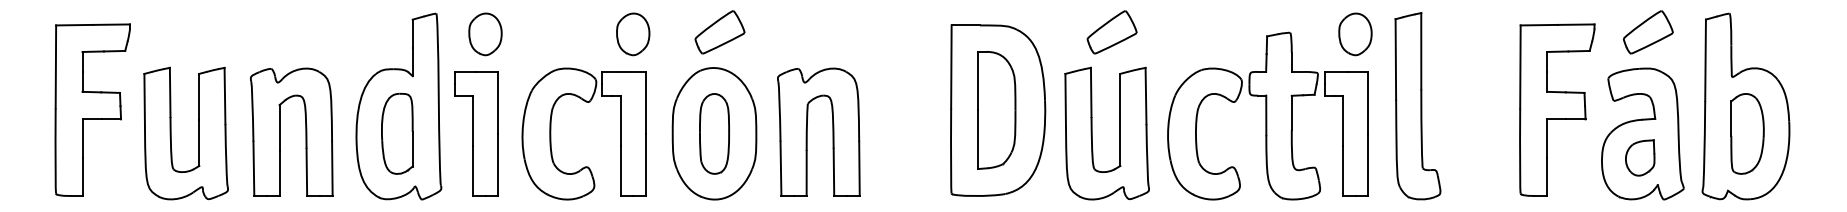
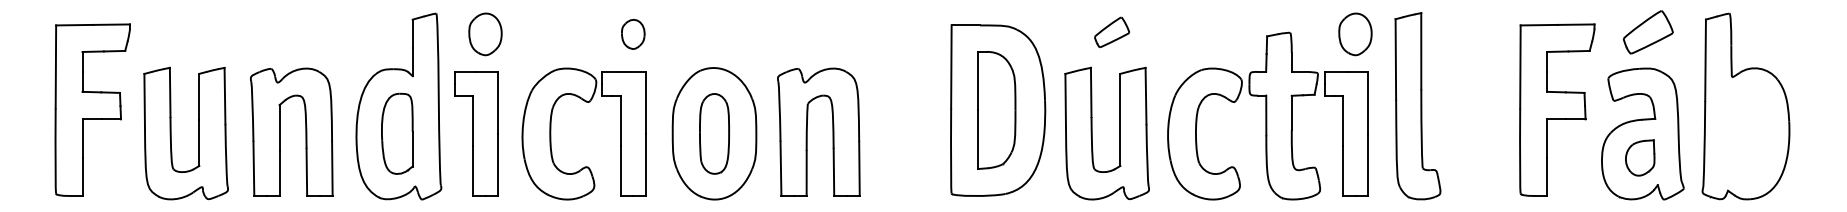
part at (719, 32): present -> none
part at (1111, 32) size: 52x45 px -> 37x32 px
part at (633, 34) size: 35x45 px -> 25x31 px
part at (1747, 133): present -> none
